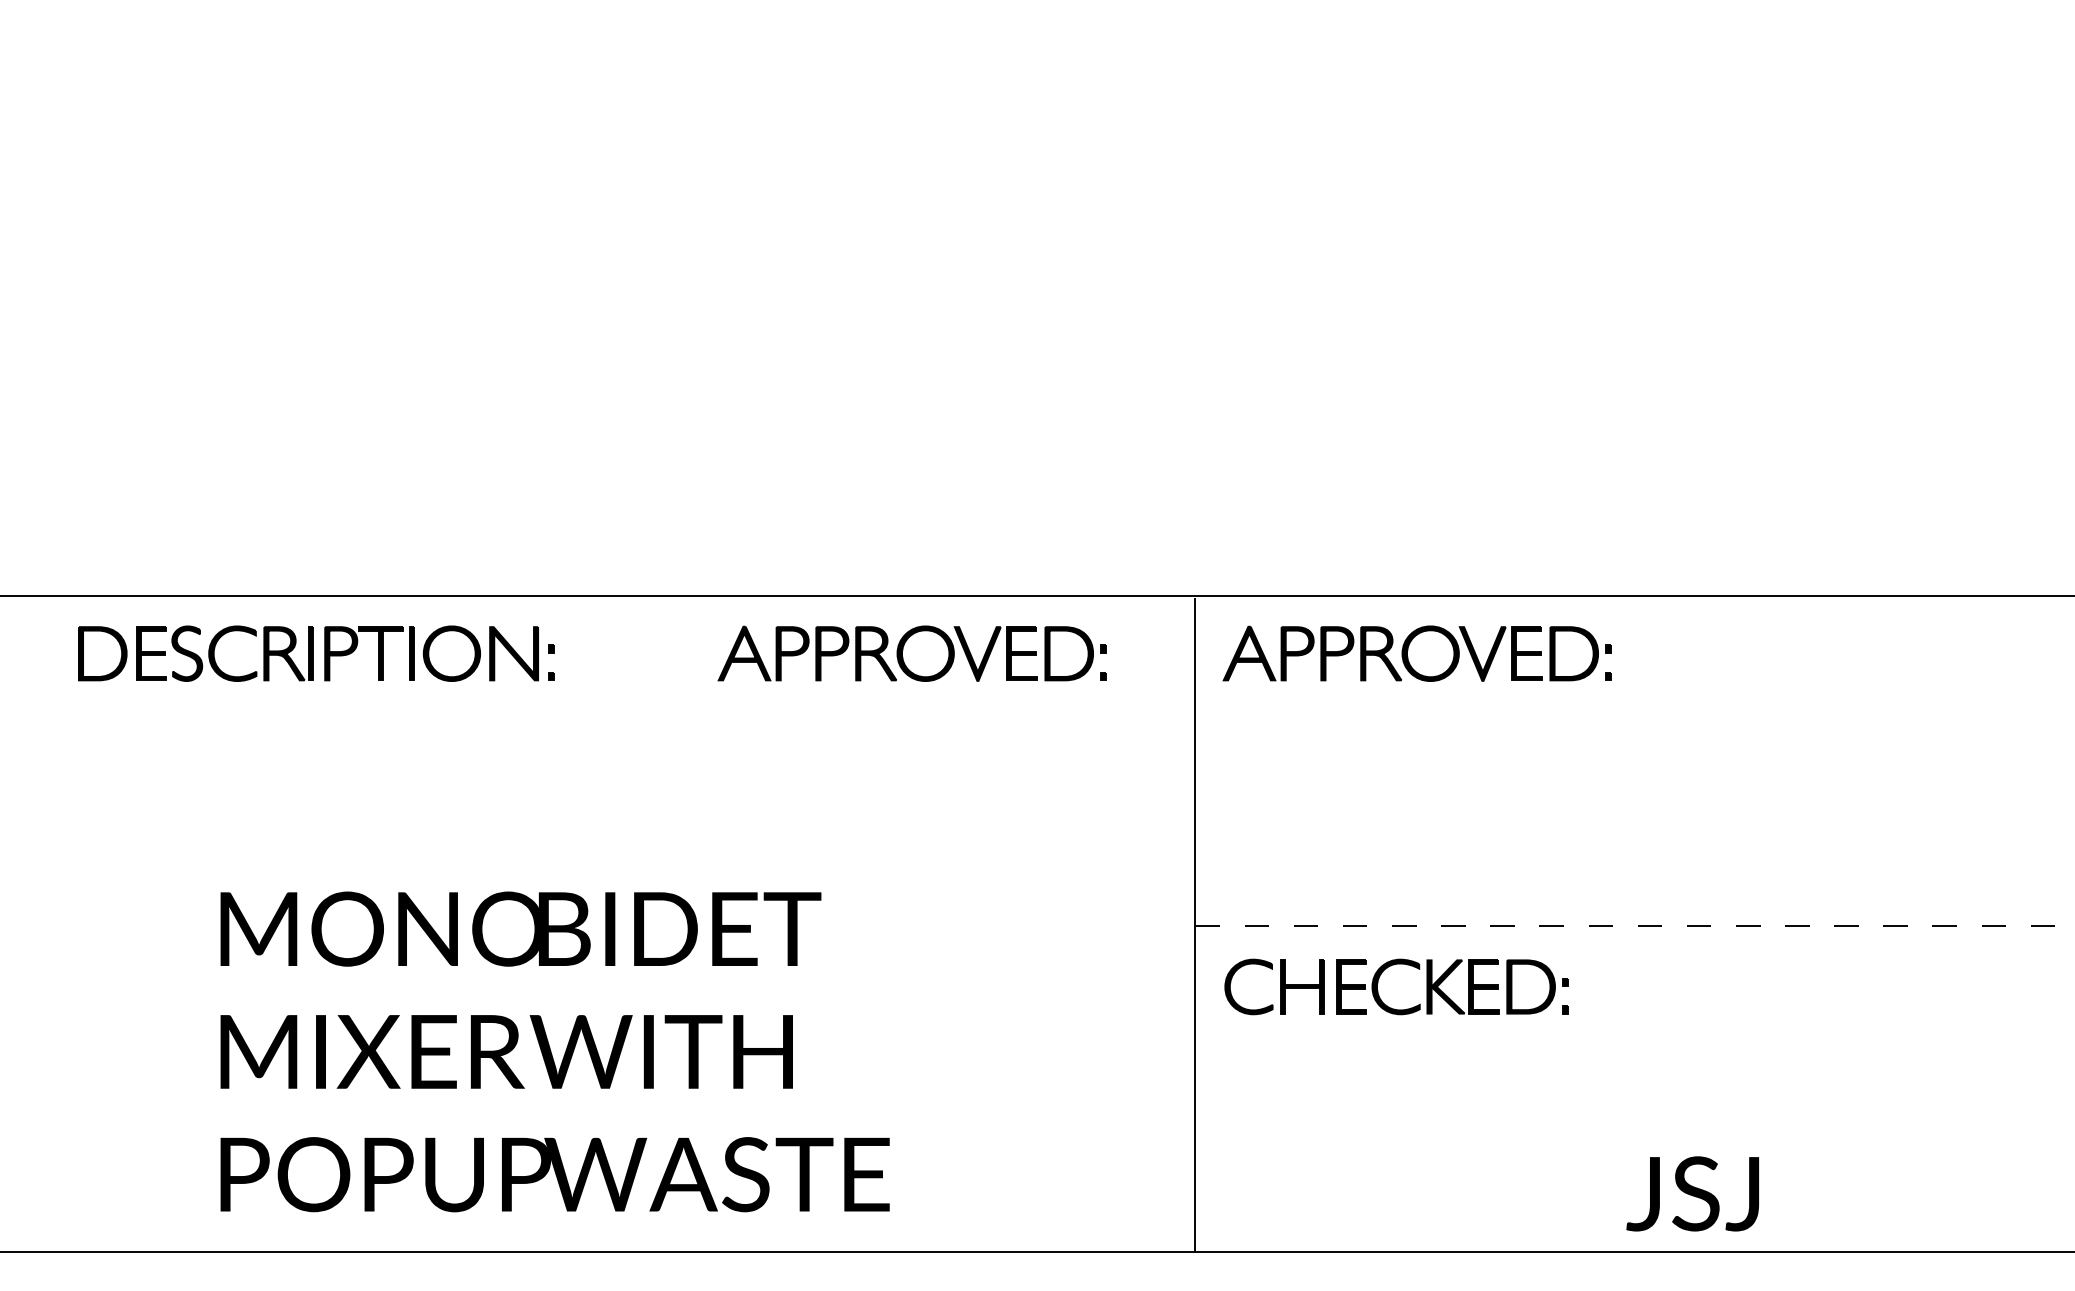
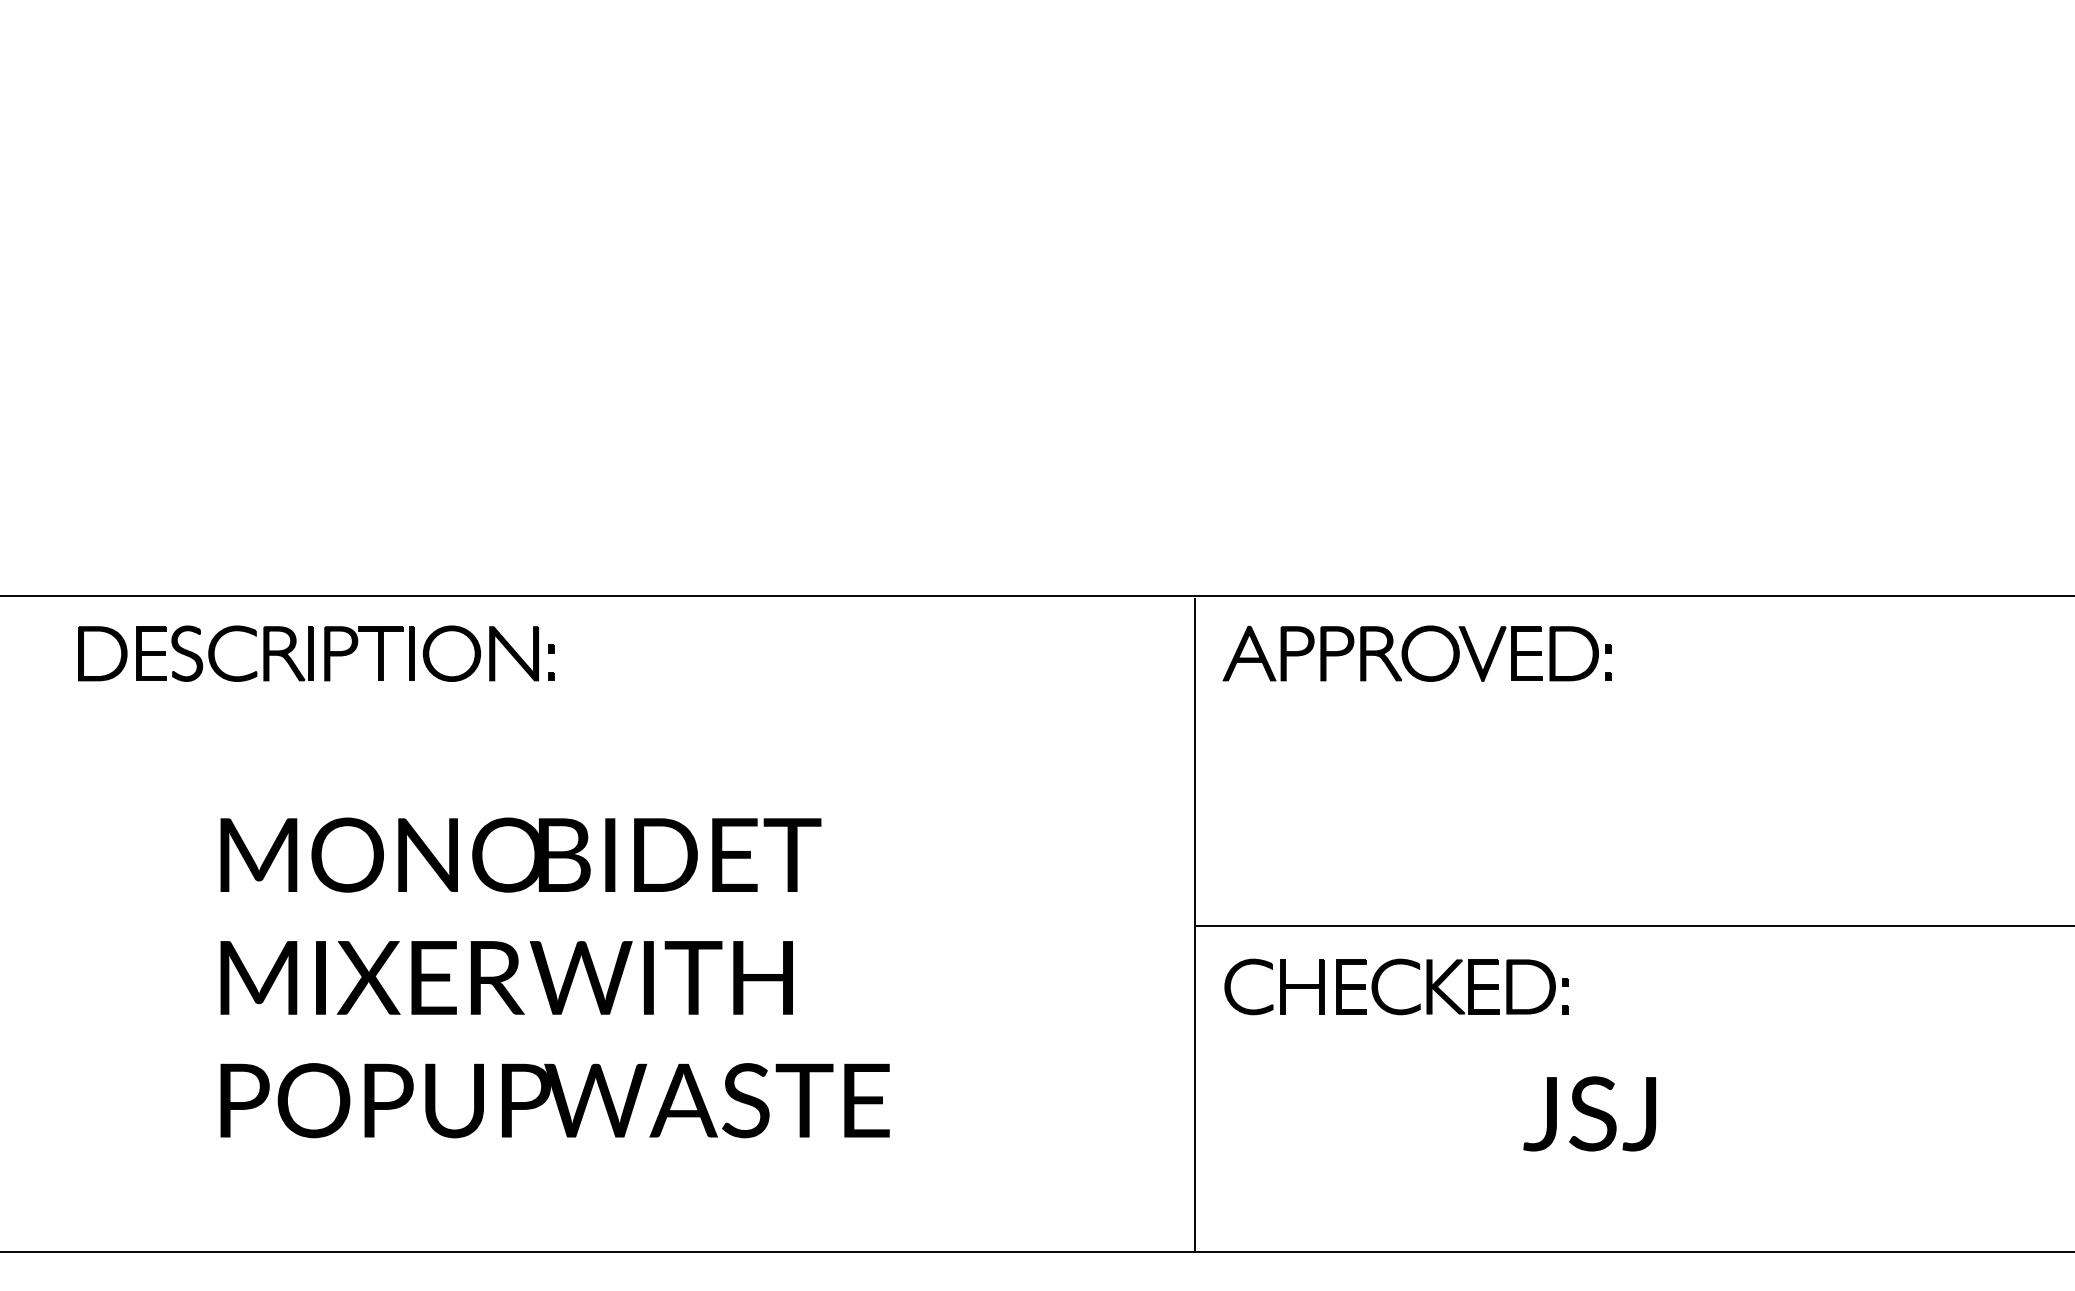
part at (911, 653): present -> none
line at (1634, 926): dashed -> solid
text at (554, 1051) position: (554, 1051) -> (554, 977)
text at (1692, 1193) position: (1692, 1193) -> (1589, 1113)
